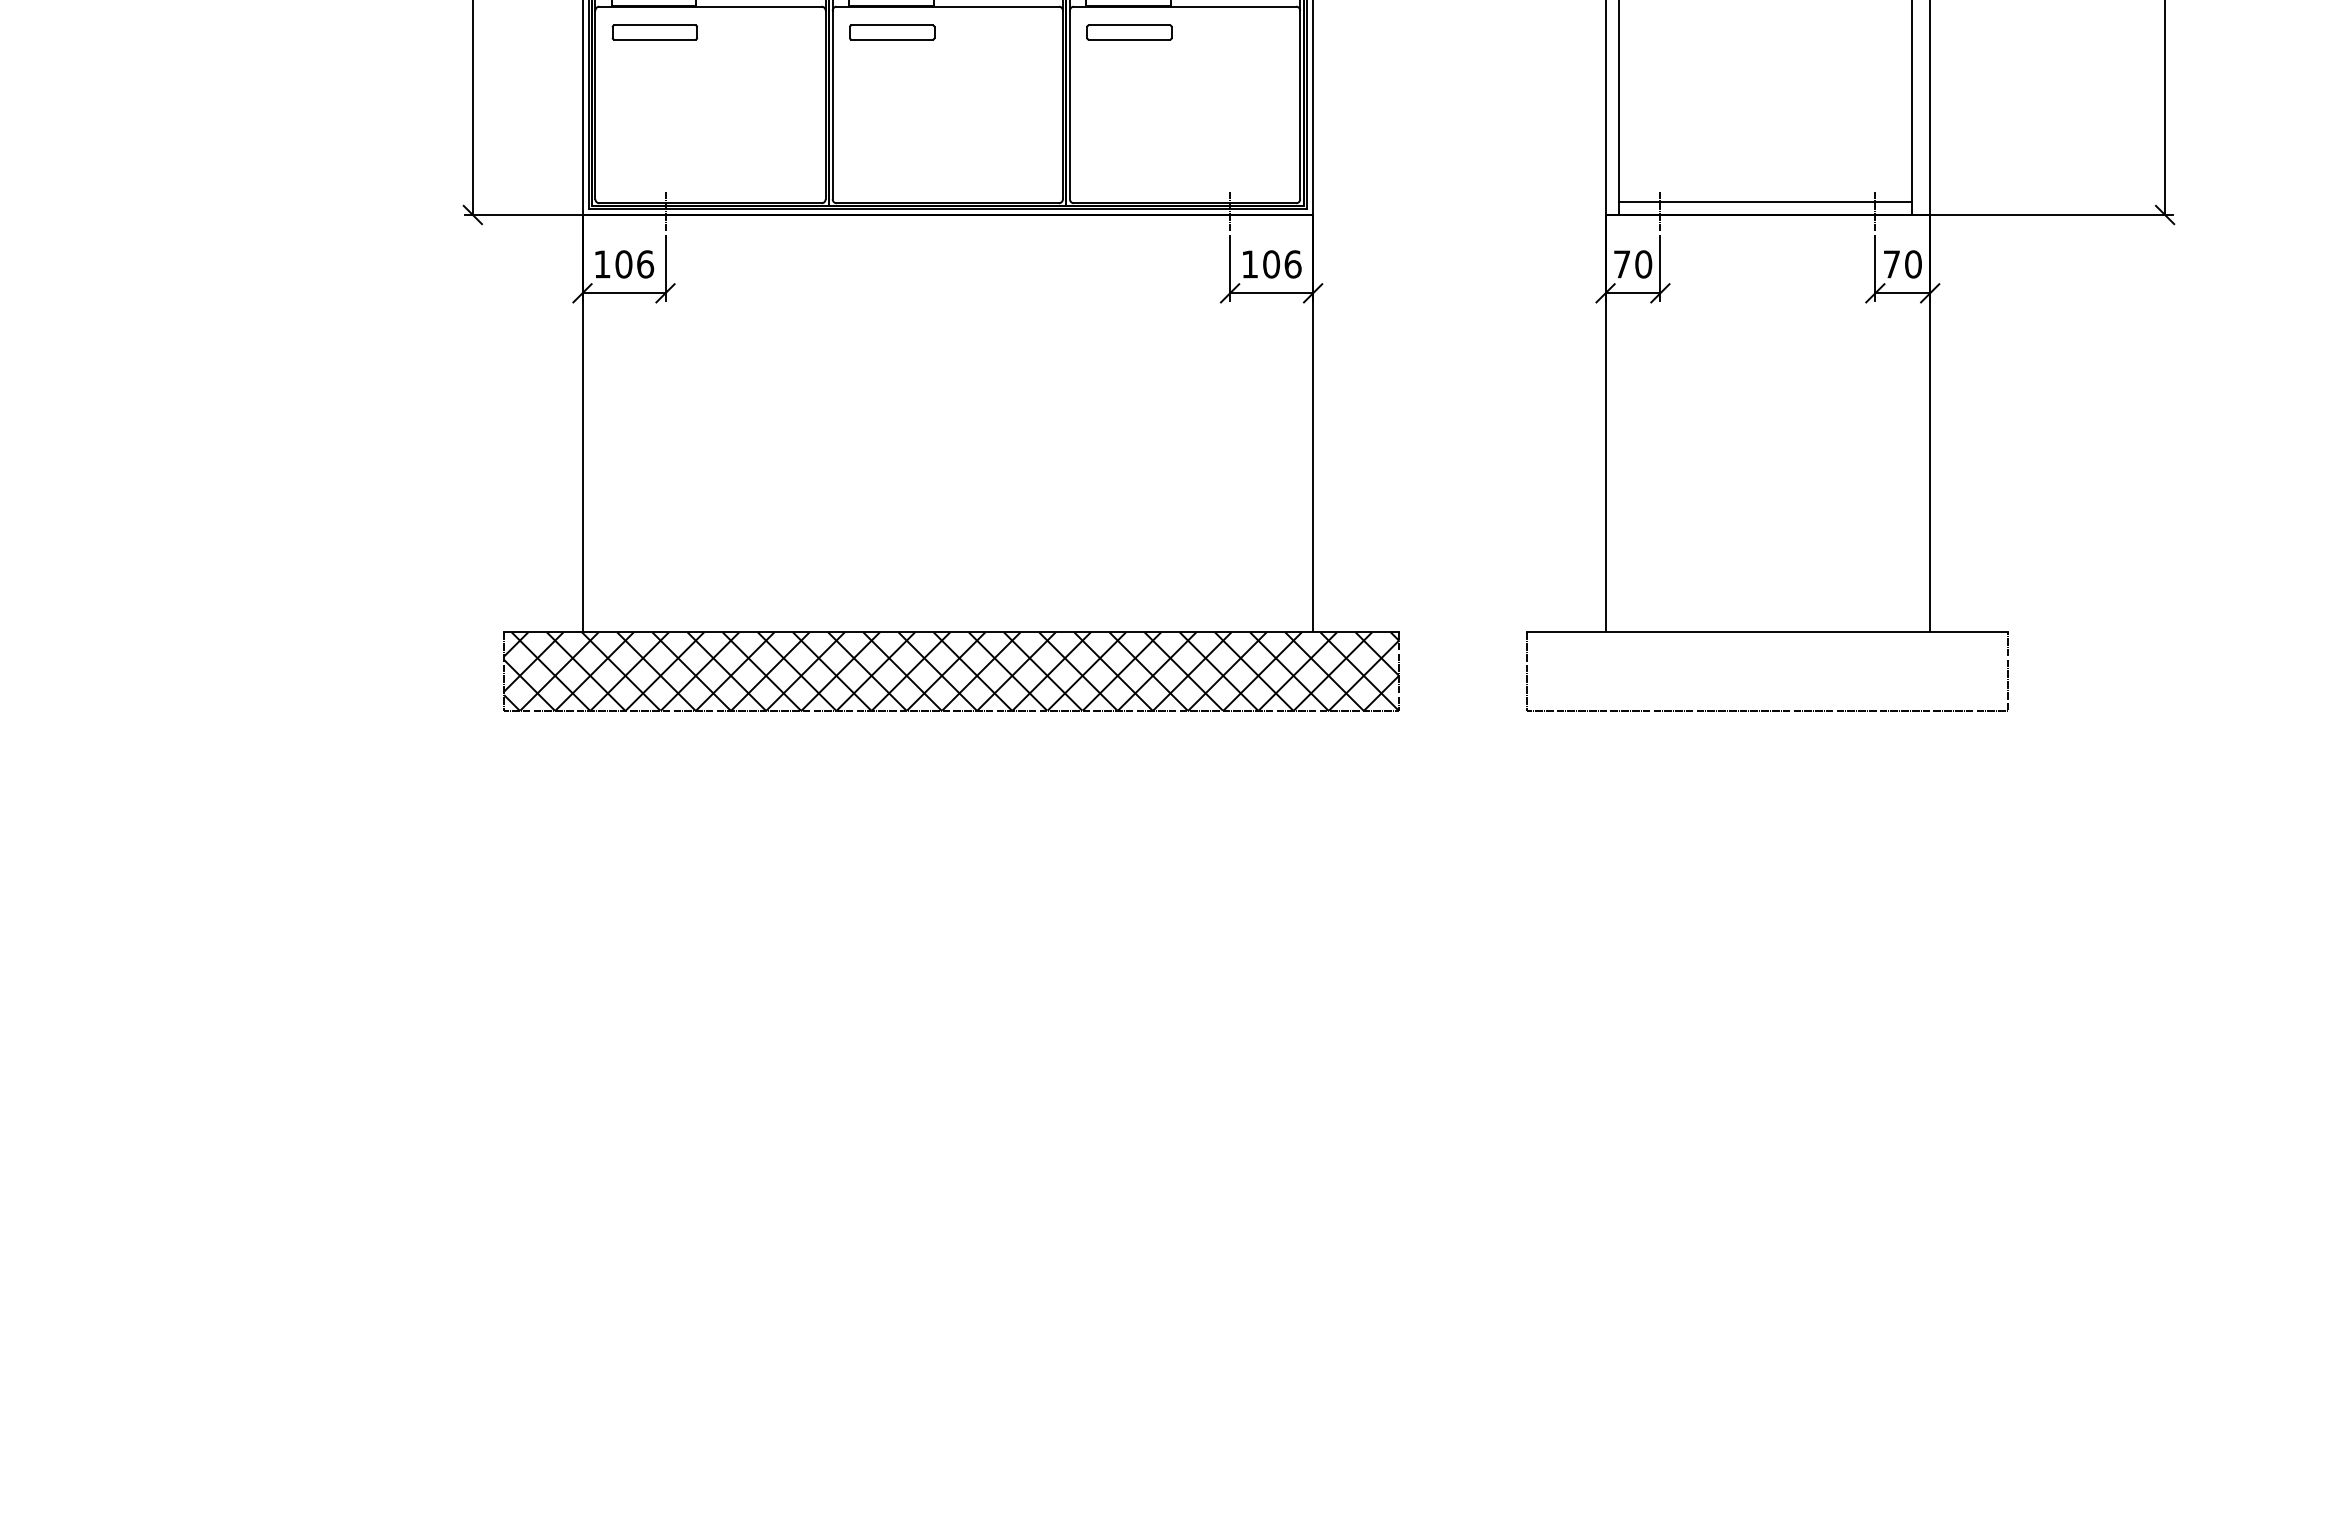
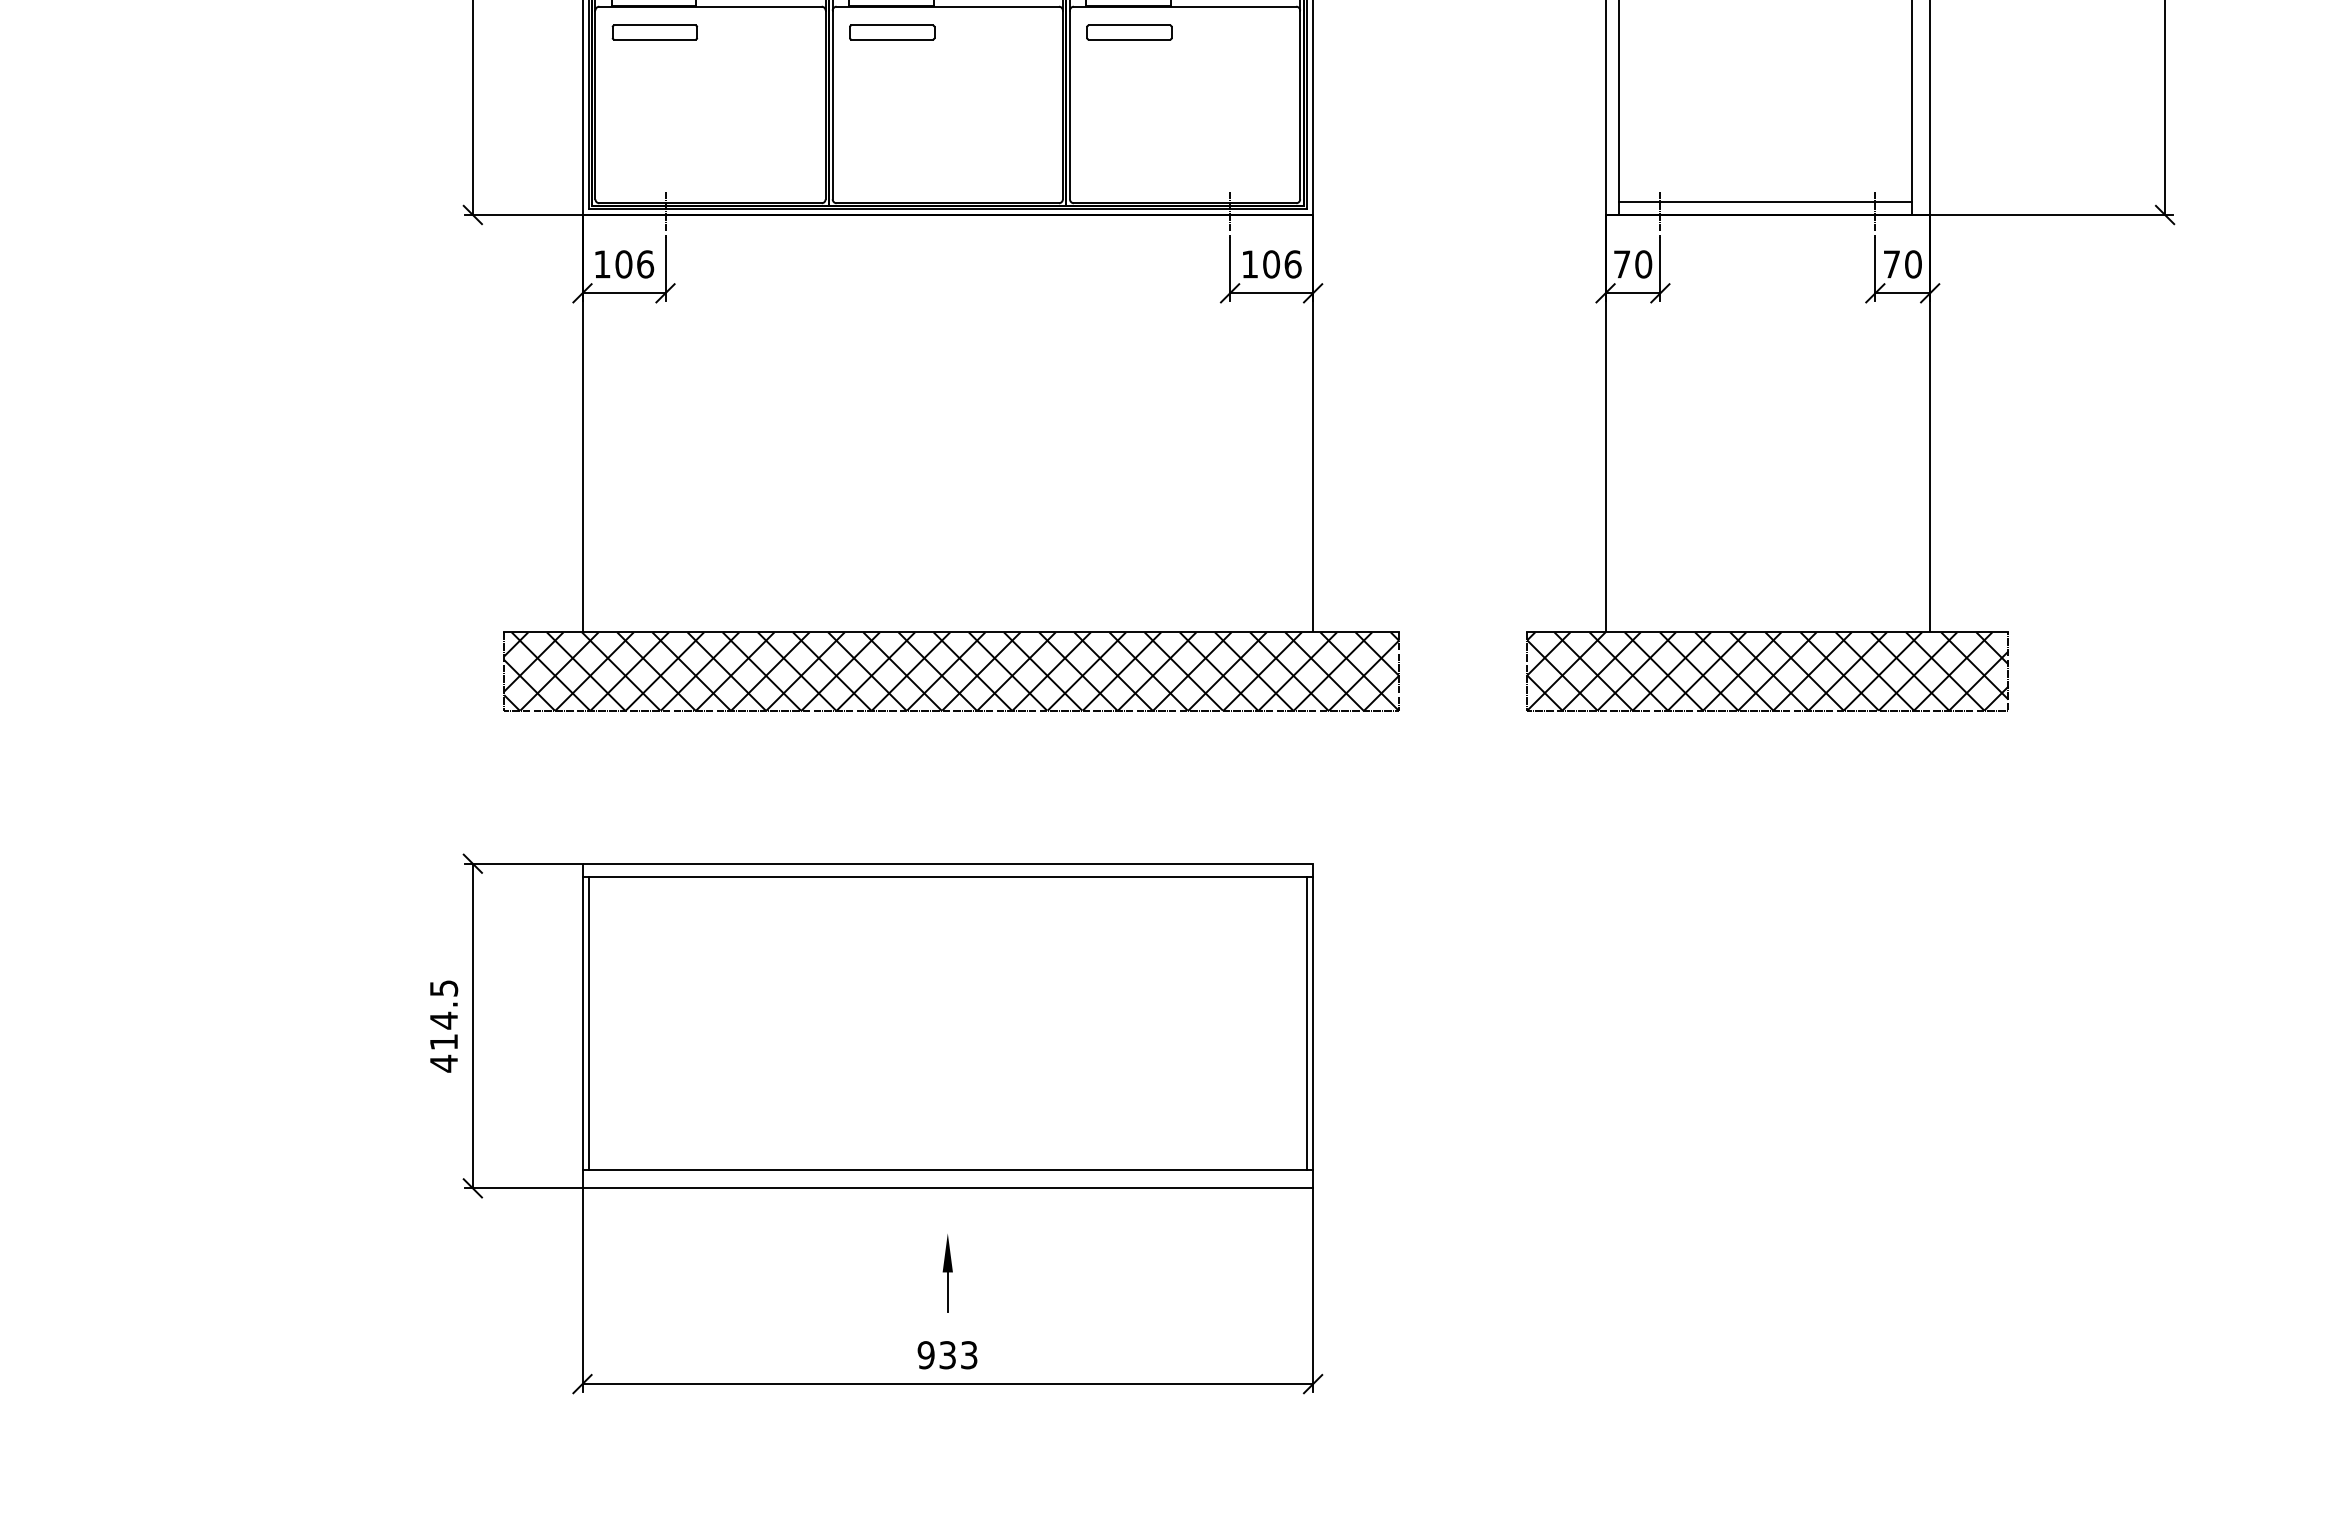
hatch at (1767, 671): none -> present
part at (876, 1123): none -> present
